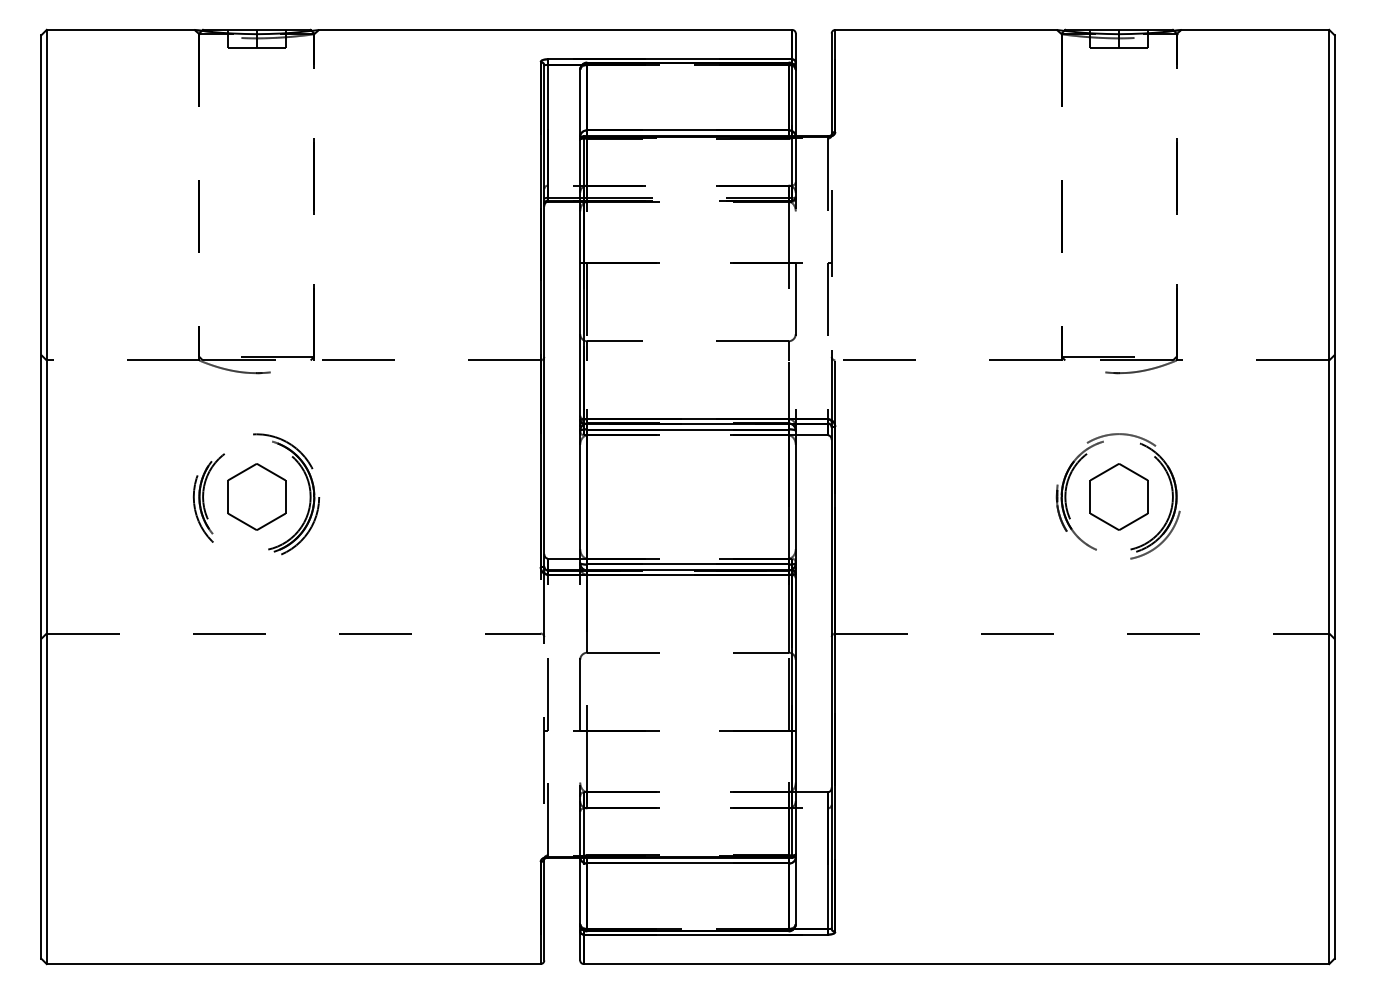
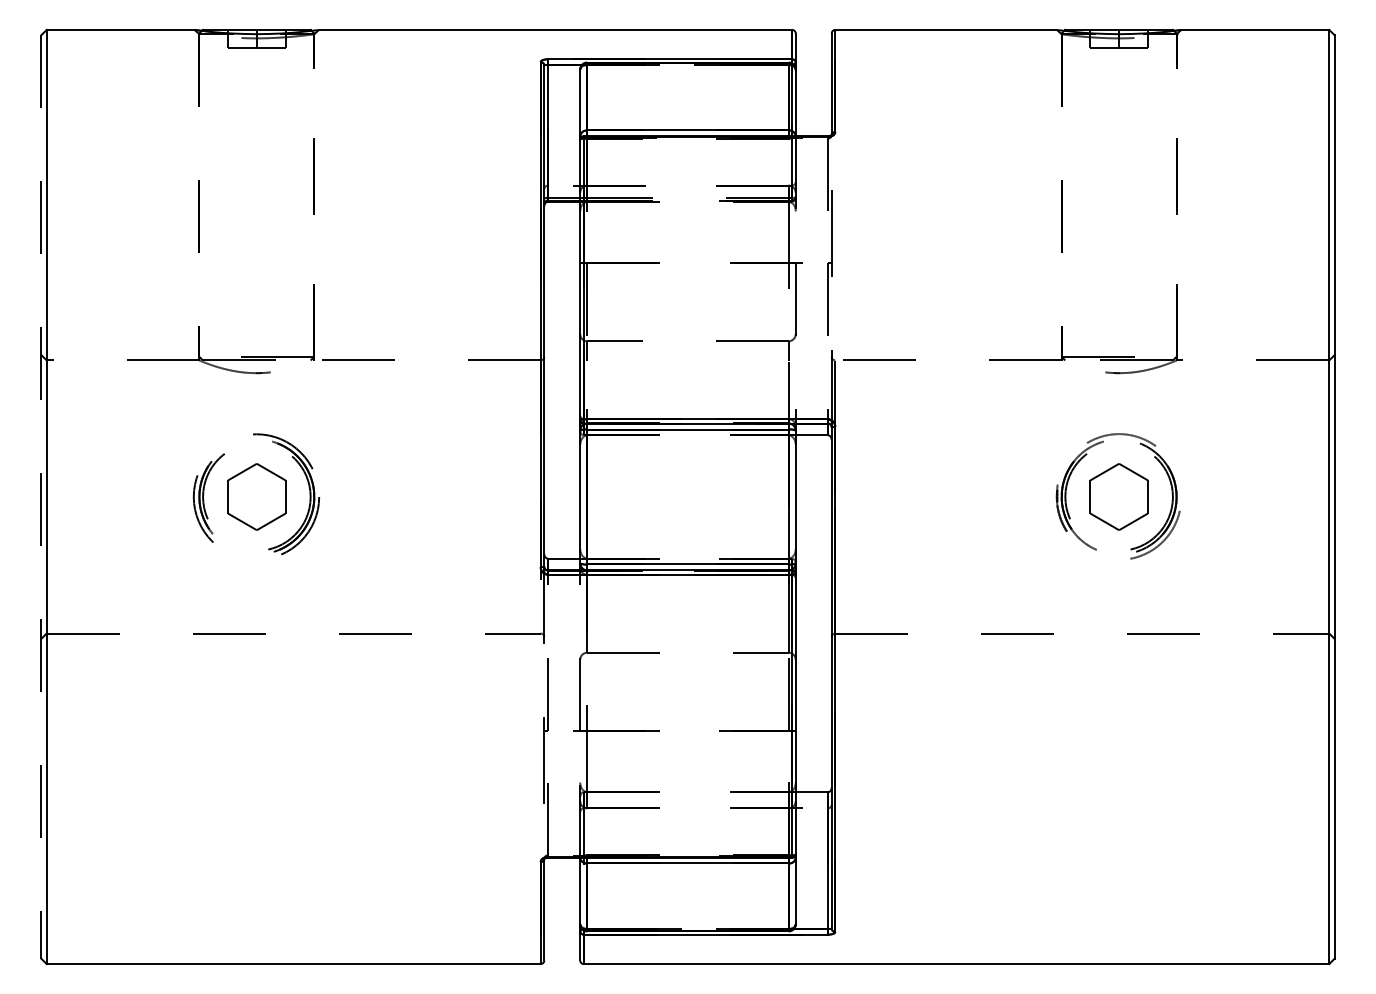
line at (41, 496): solid -> dashed
